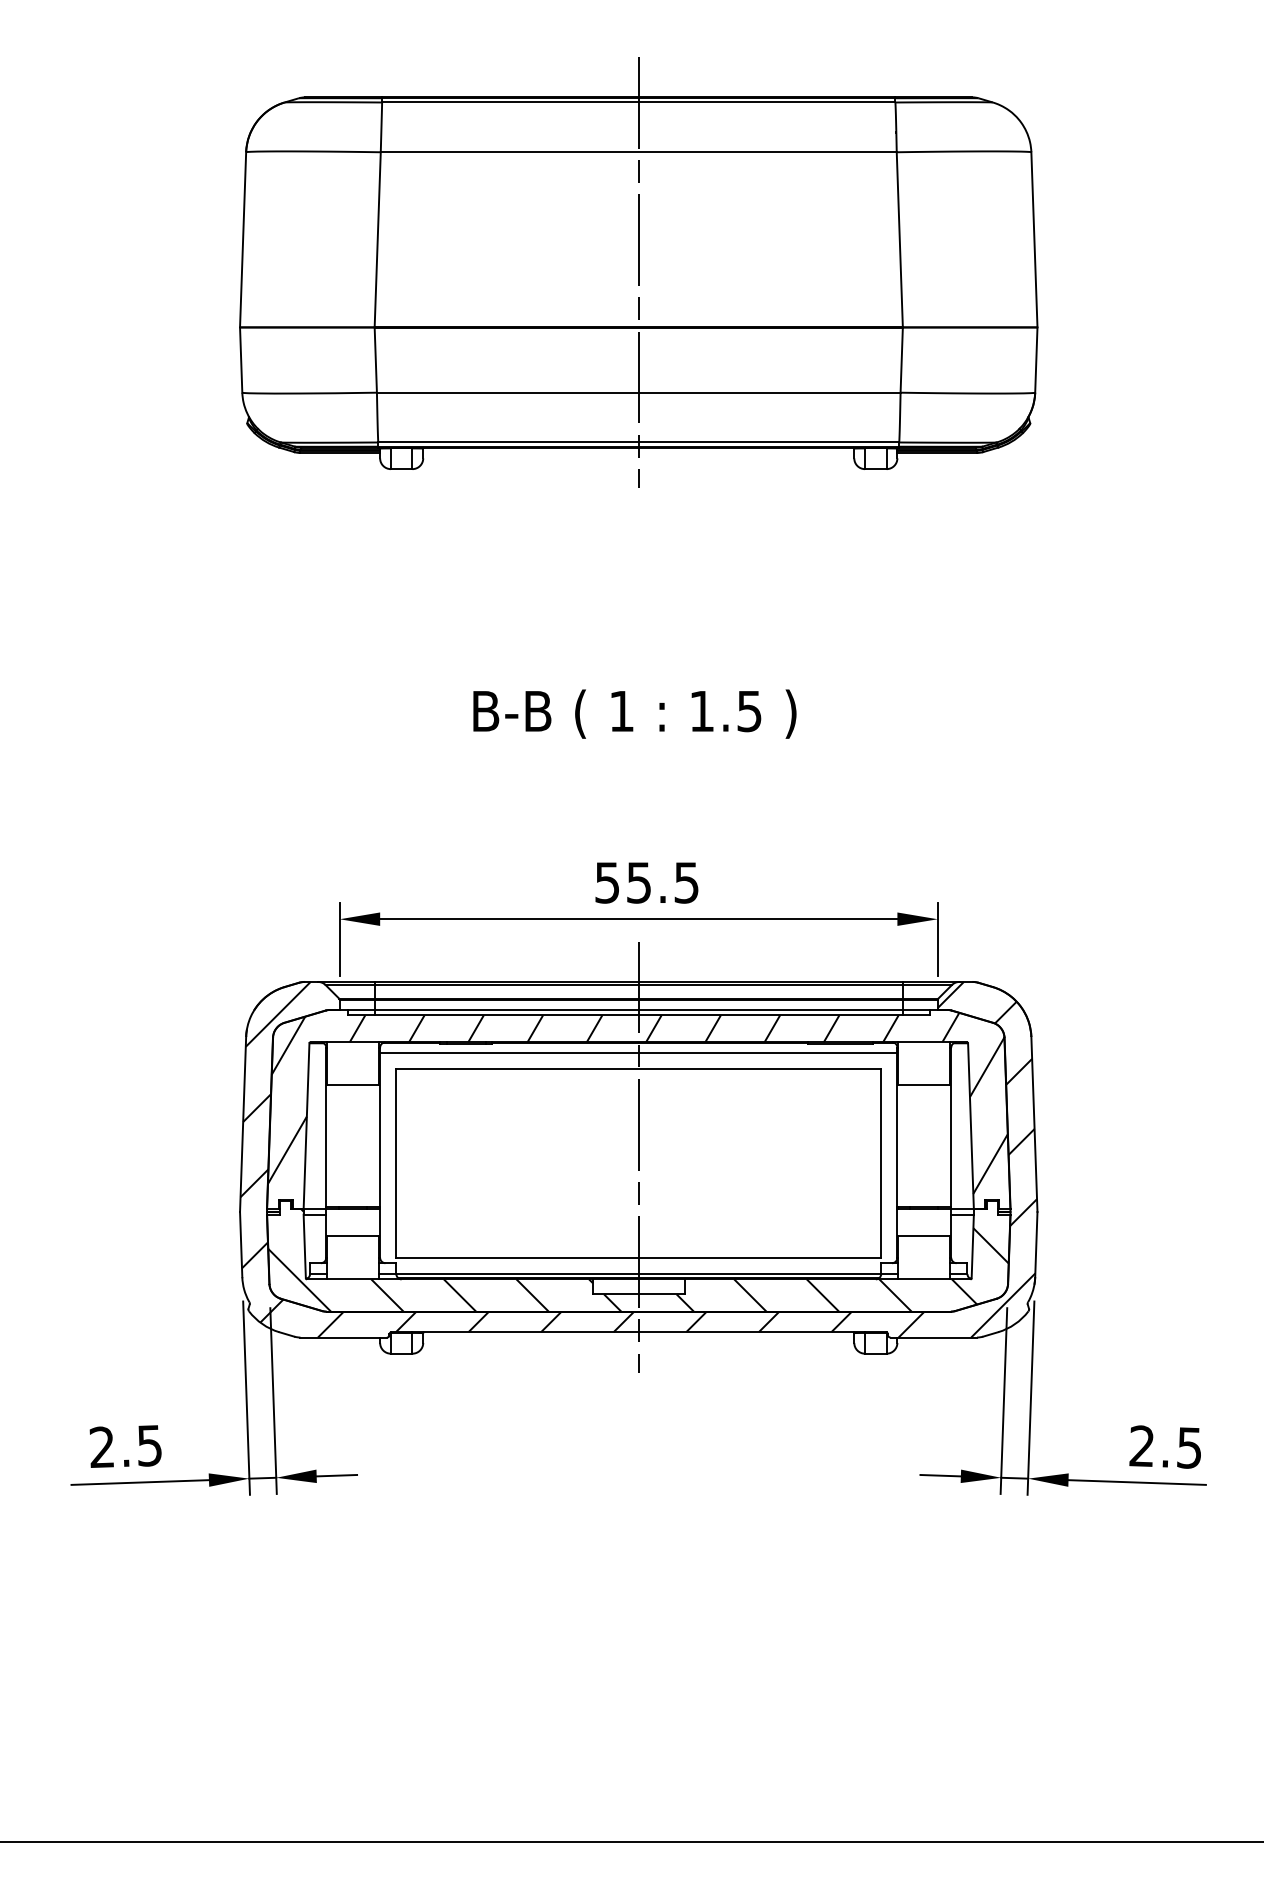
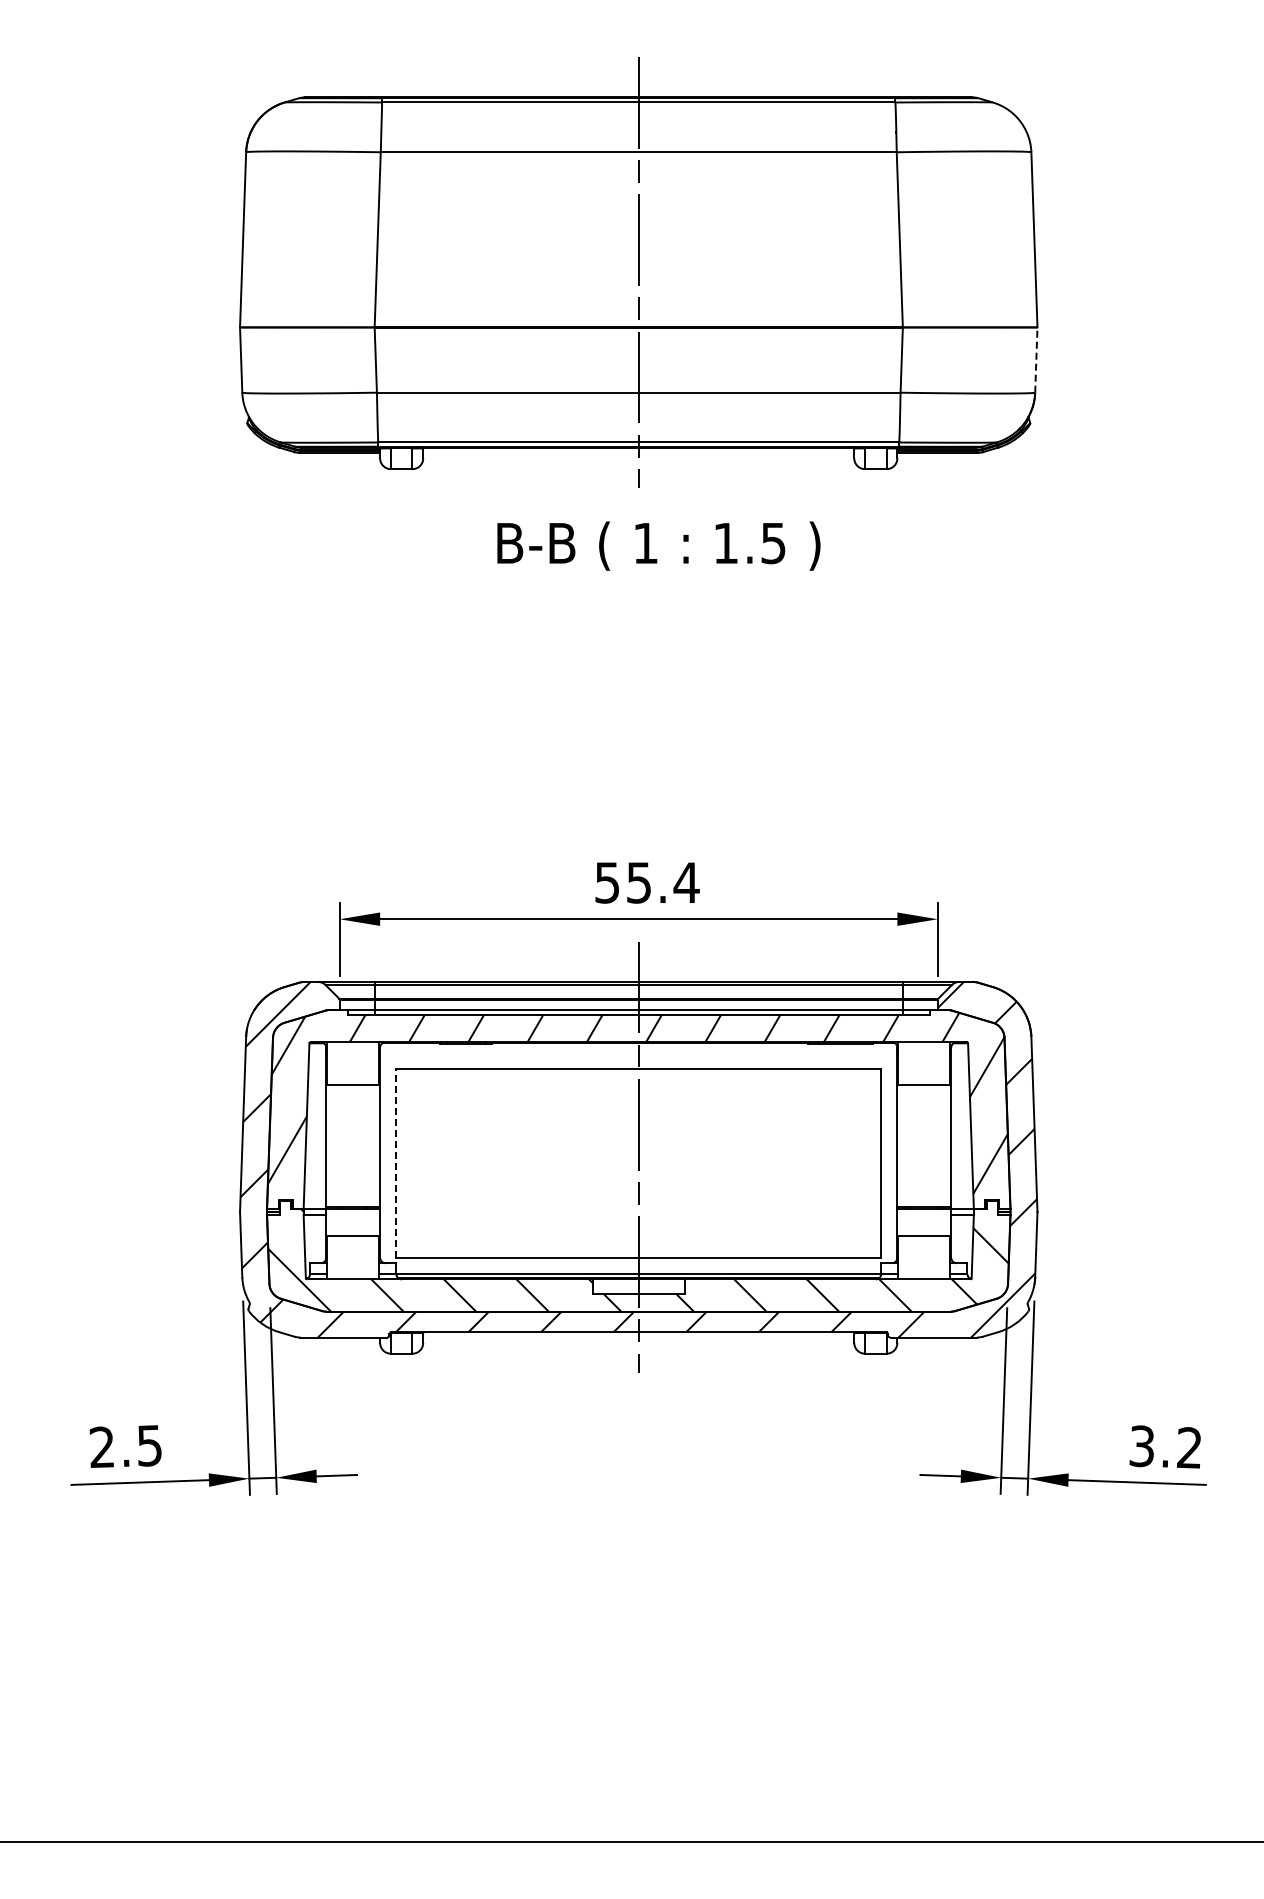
line at (1036, 360): solid -> dashed
text at (634, 713) position: (634, 713) -> (658, 545)
text at (686, 882): 55.5 -> 55.4
line at (638, 1053): present -> none
line at (396, 1163): solid -> dashed
text at (1164, 1446): 2.5 -> 3.2
